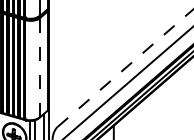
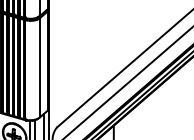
line at (39, 67): dashed -> solid
line at (126, 67): dashed -> solid
